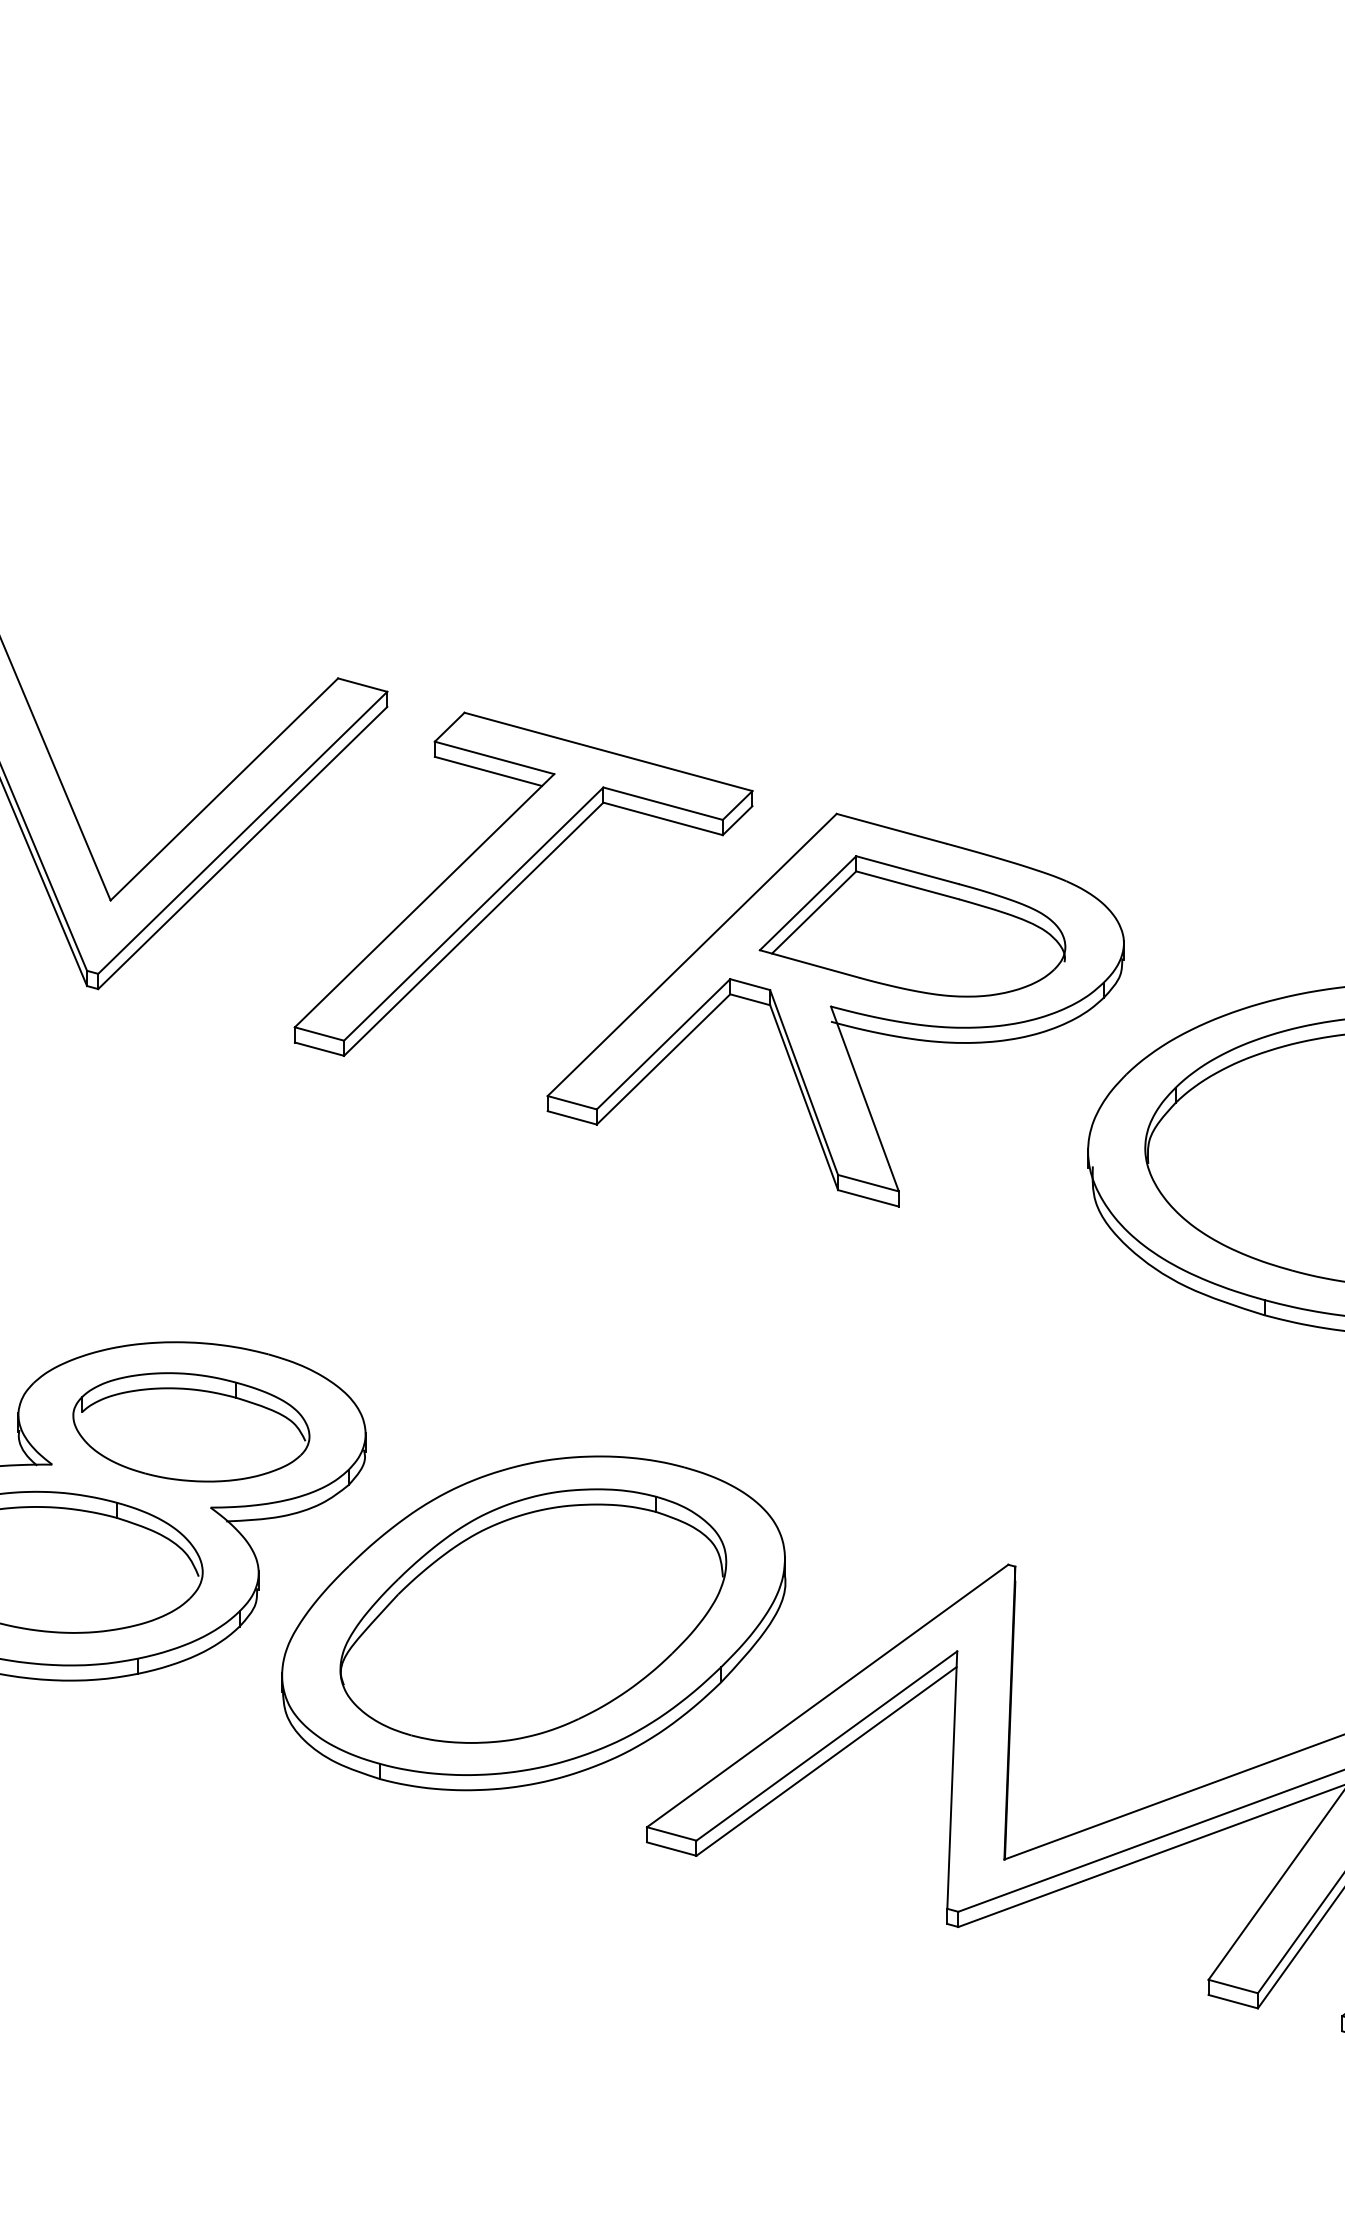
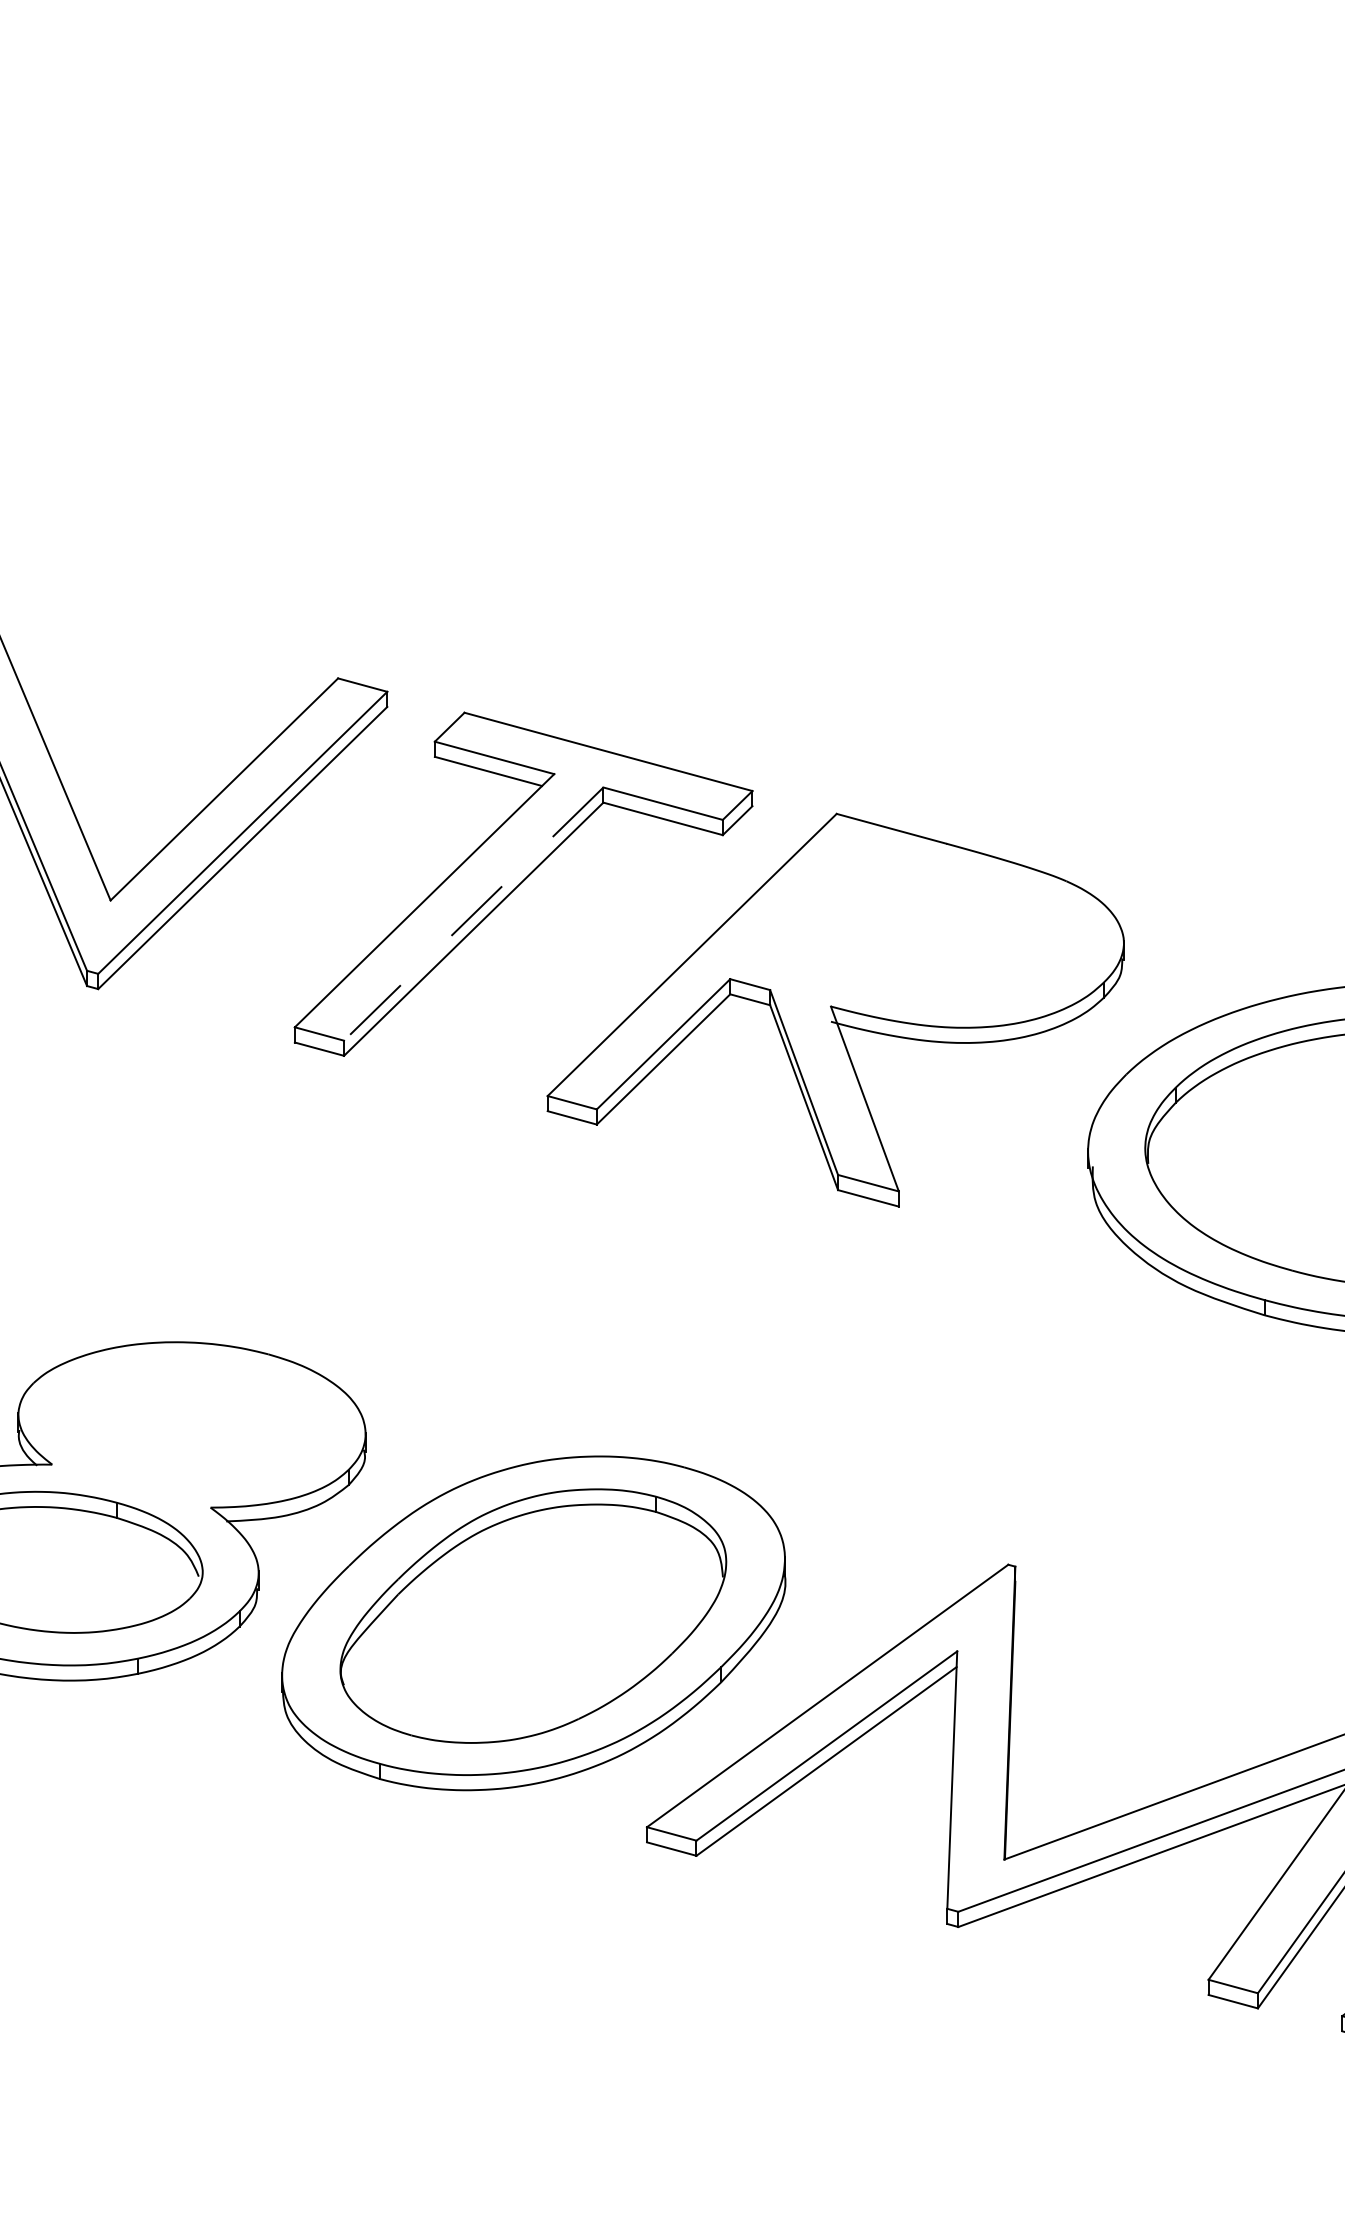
line at (473, 914): solid -> dashed
part at (912, 926): present -> none
part at (191, 1427): present -> none
